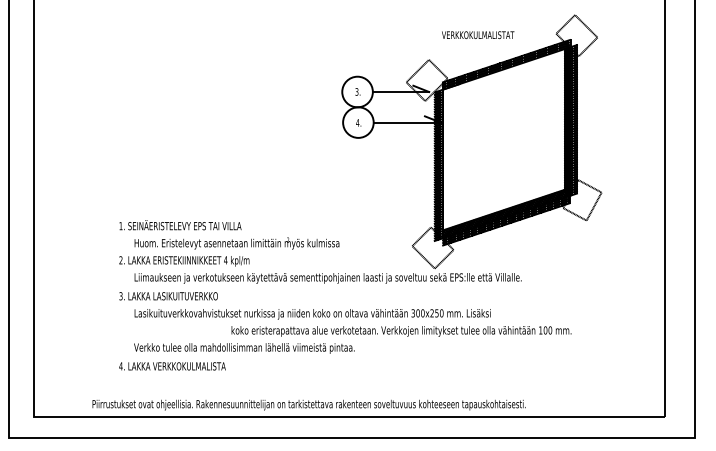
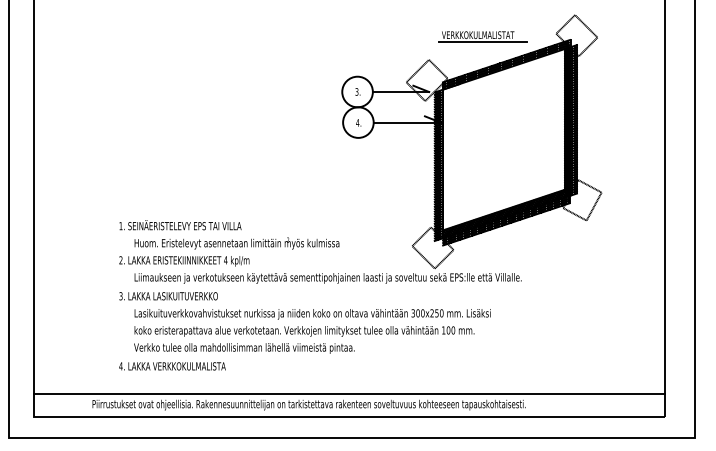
line at (482, 41): none -> present
text at (401, 331) position: (401, 331) -> (304, 331)
line at (349, 393): none -> present
